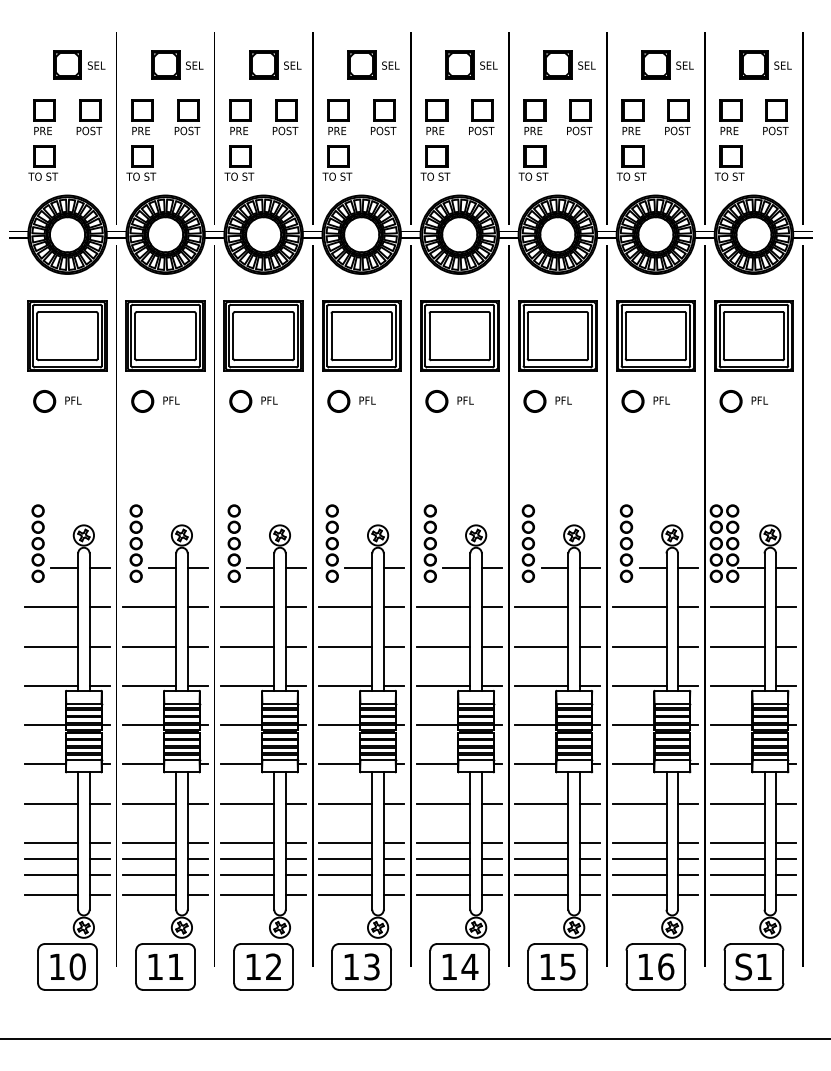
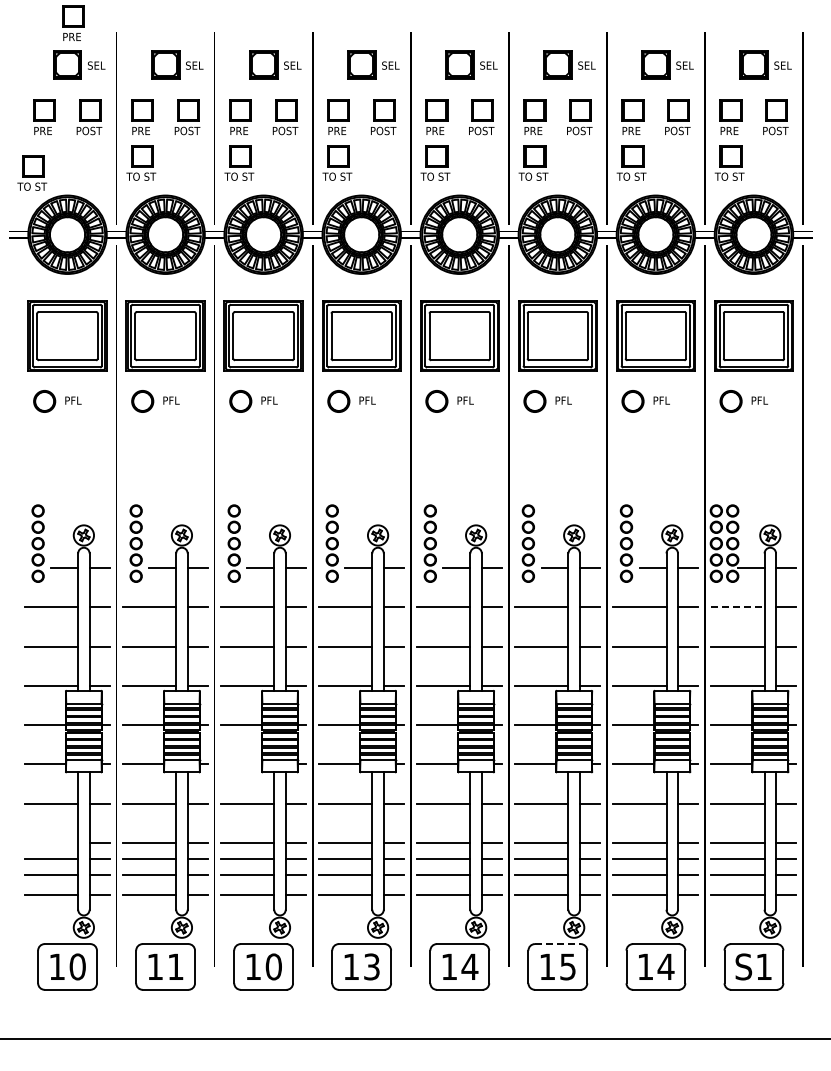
part at (73, 22): none -> present
part at (43, 162) position: (43, 162) -> (32, 172)
line at (738, 607): solid -> dashed
line at (241, 764): present -> none
line at (51, 842): present -> none
line at (557, 944): solid -> dashed
text at (273, 966): 12 -> 10
text at (665, 966): 16 -> 14
